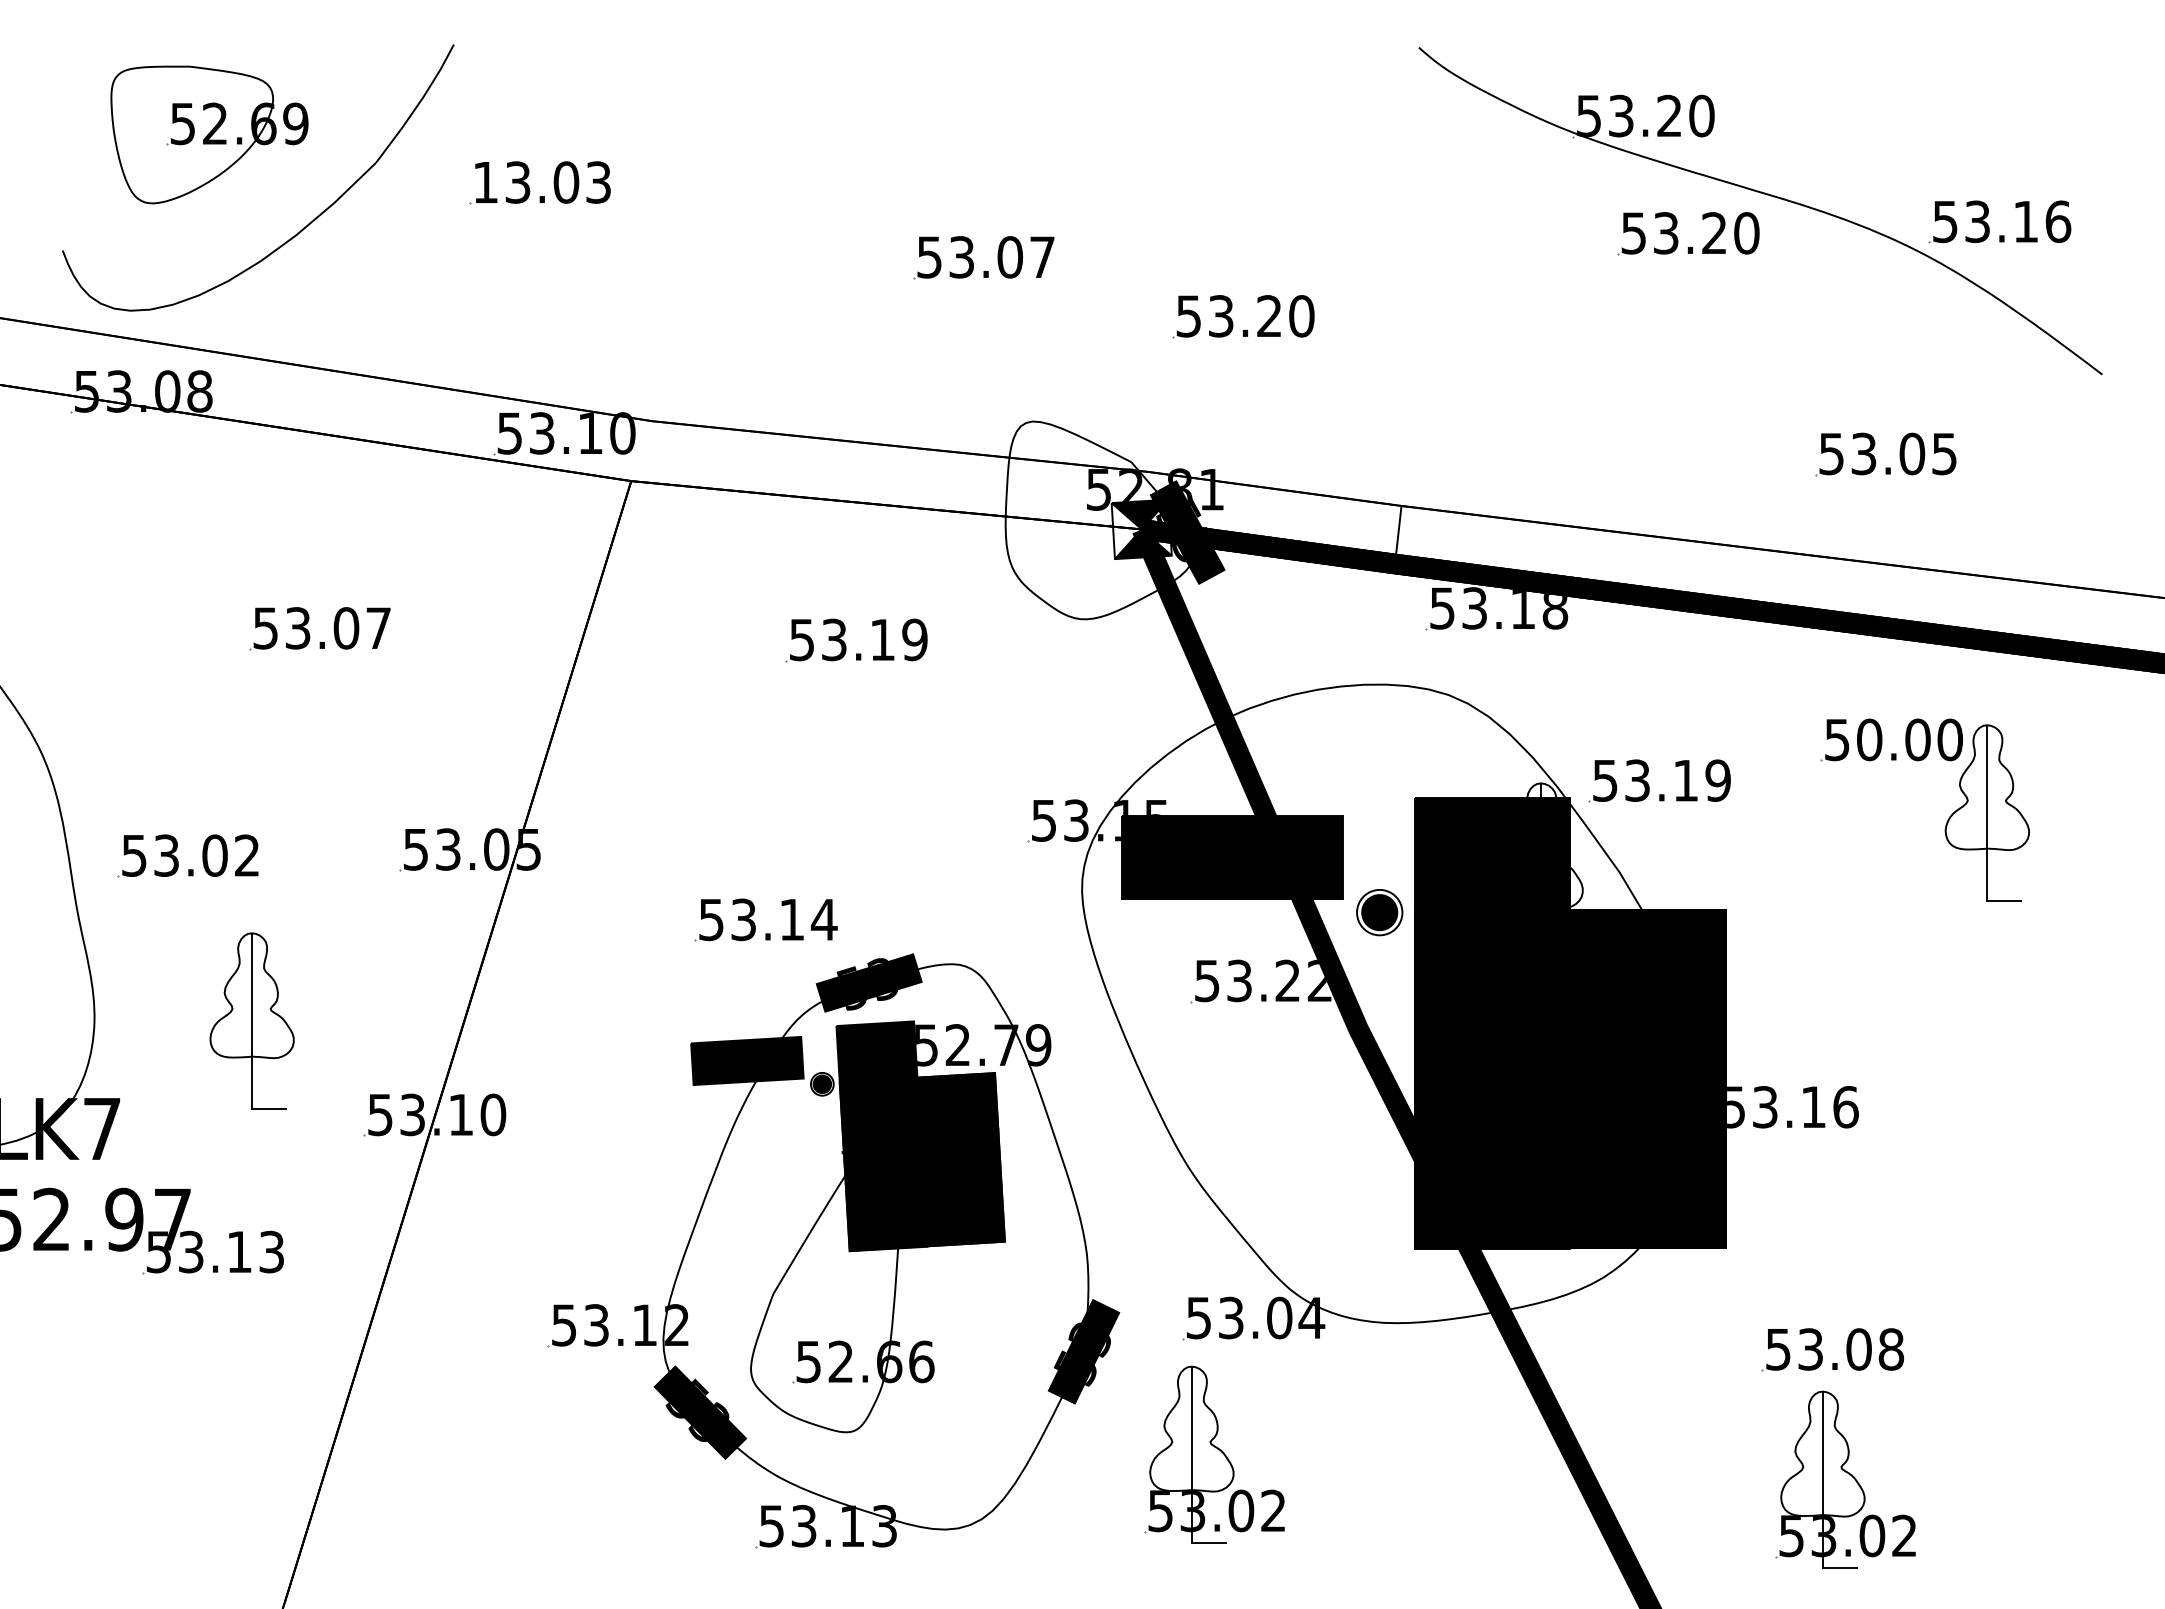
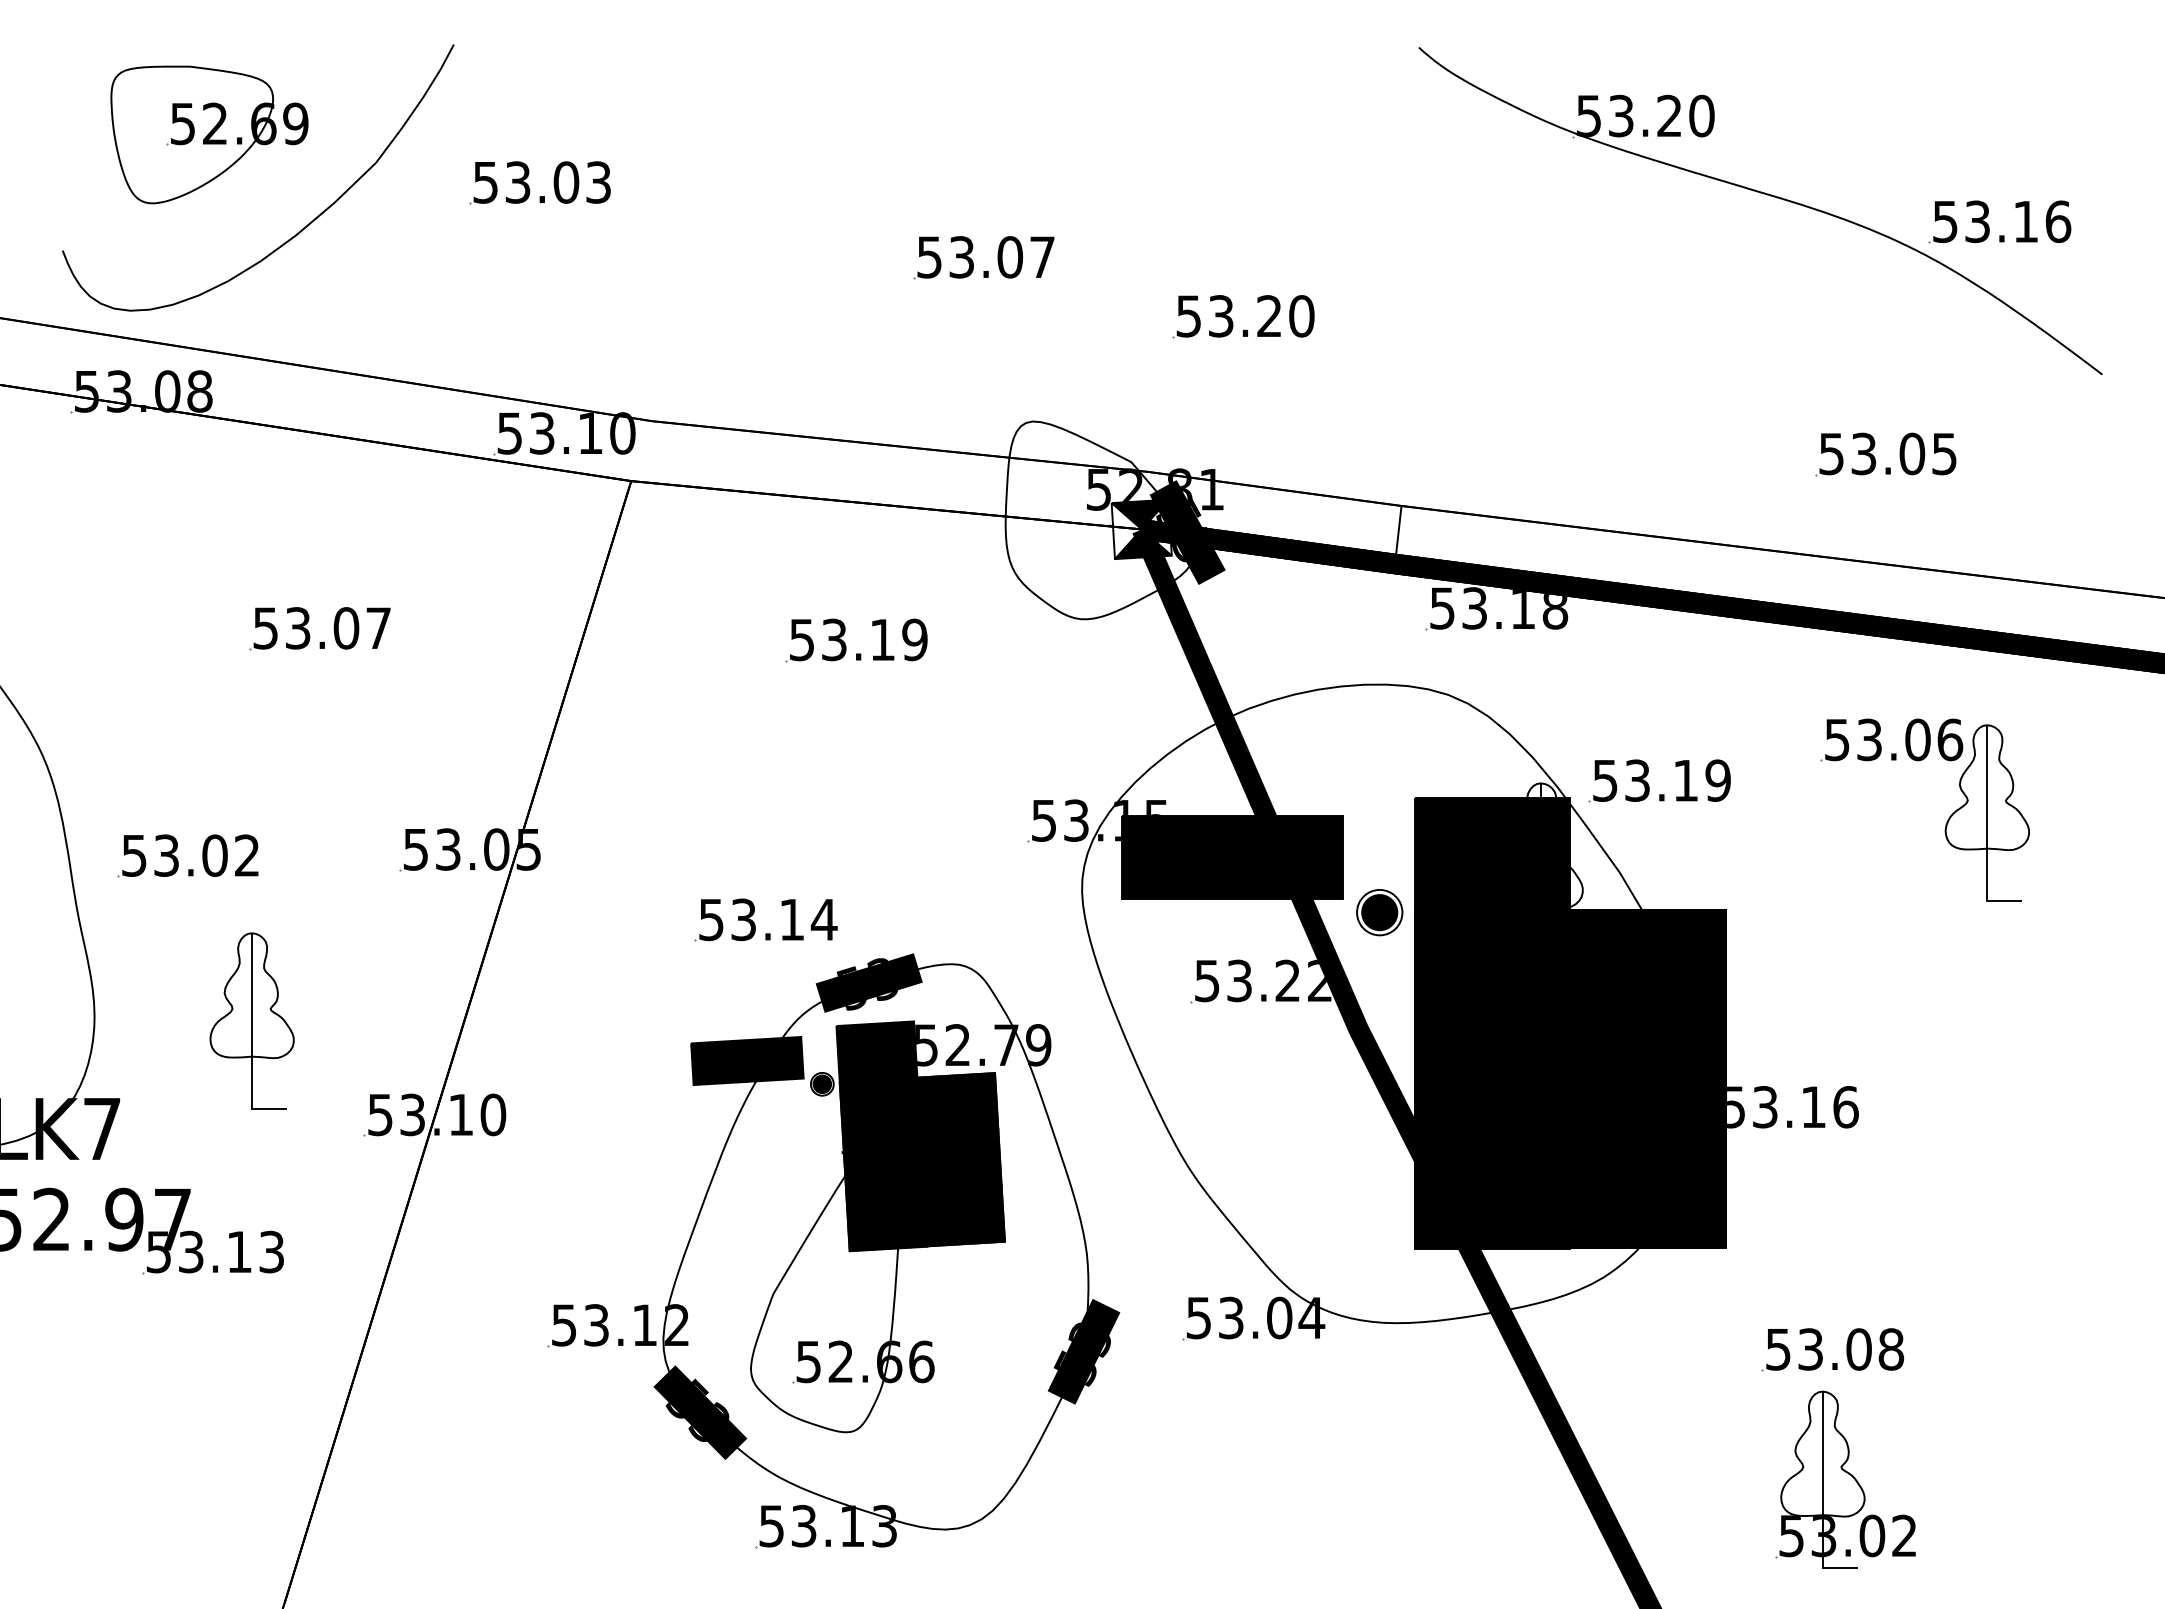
text at (485, 182): 13.03 -> 53.03
part at (1677, 236): present -> none
text at (1910, 739): 50.00 -> 53.06
part at (1214, 1454): present -> none
